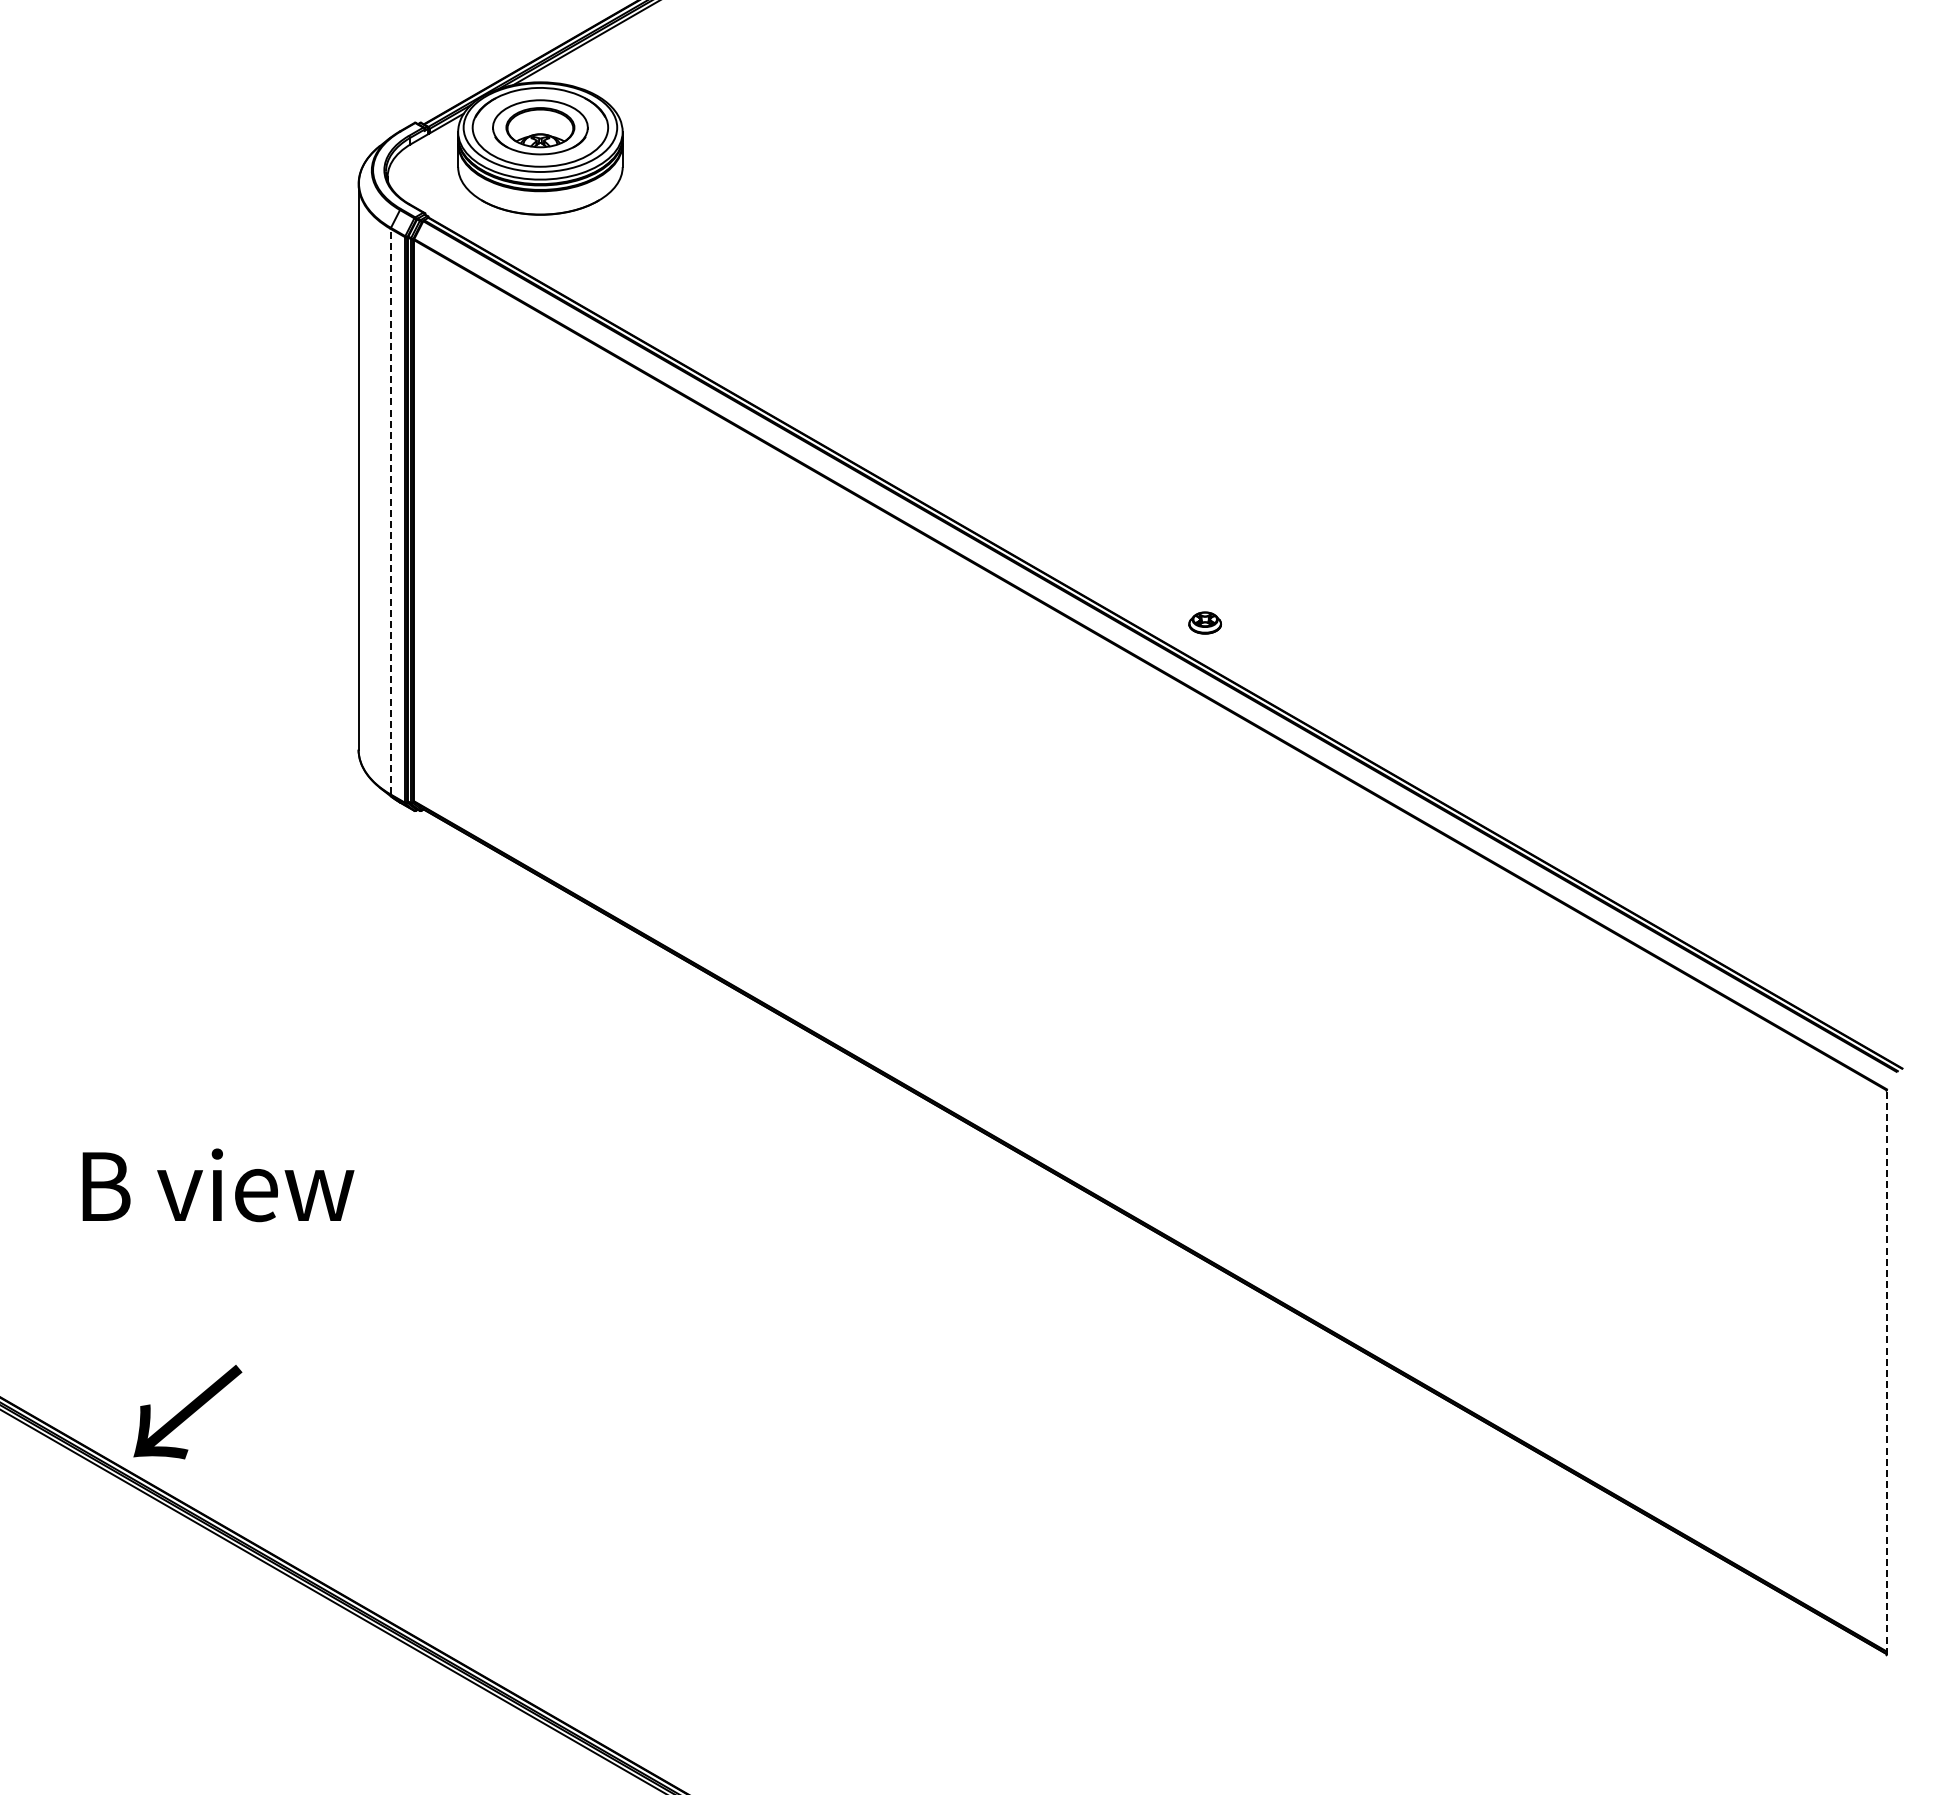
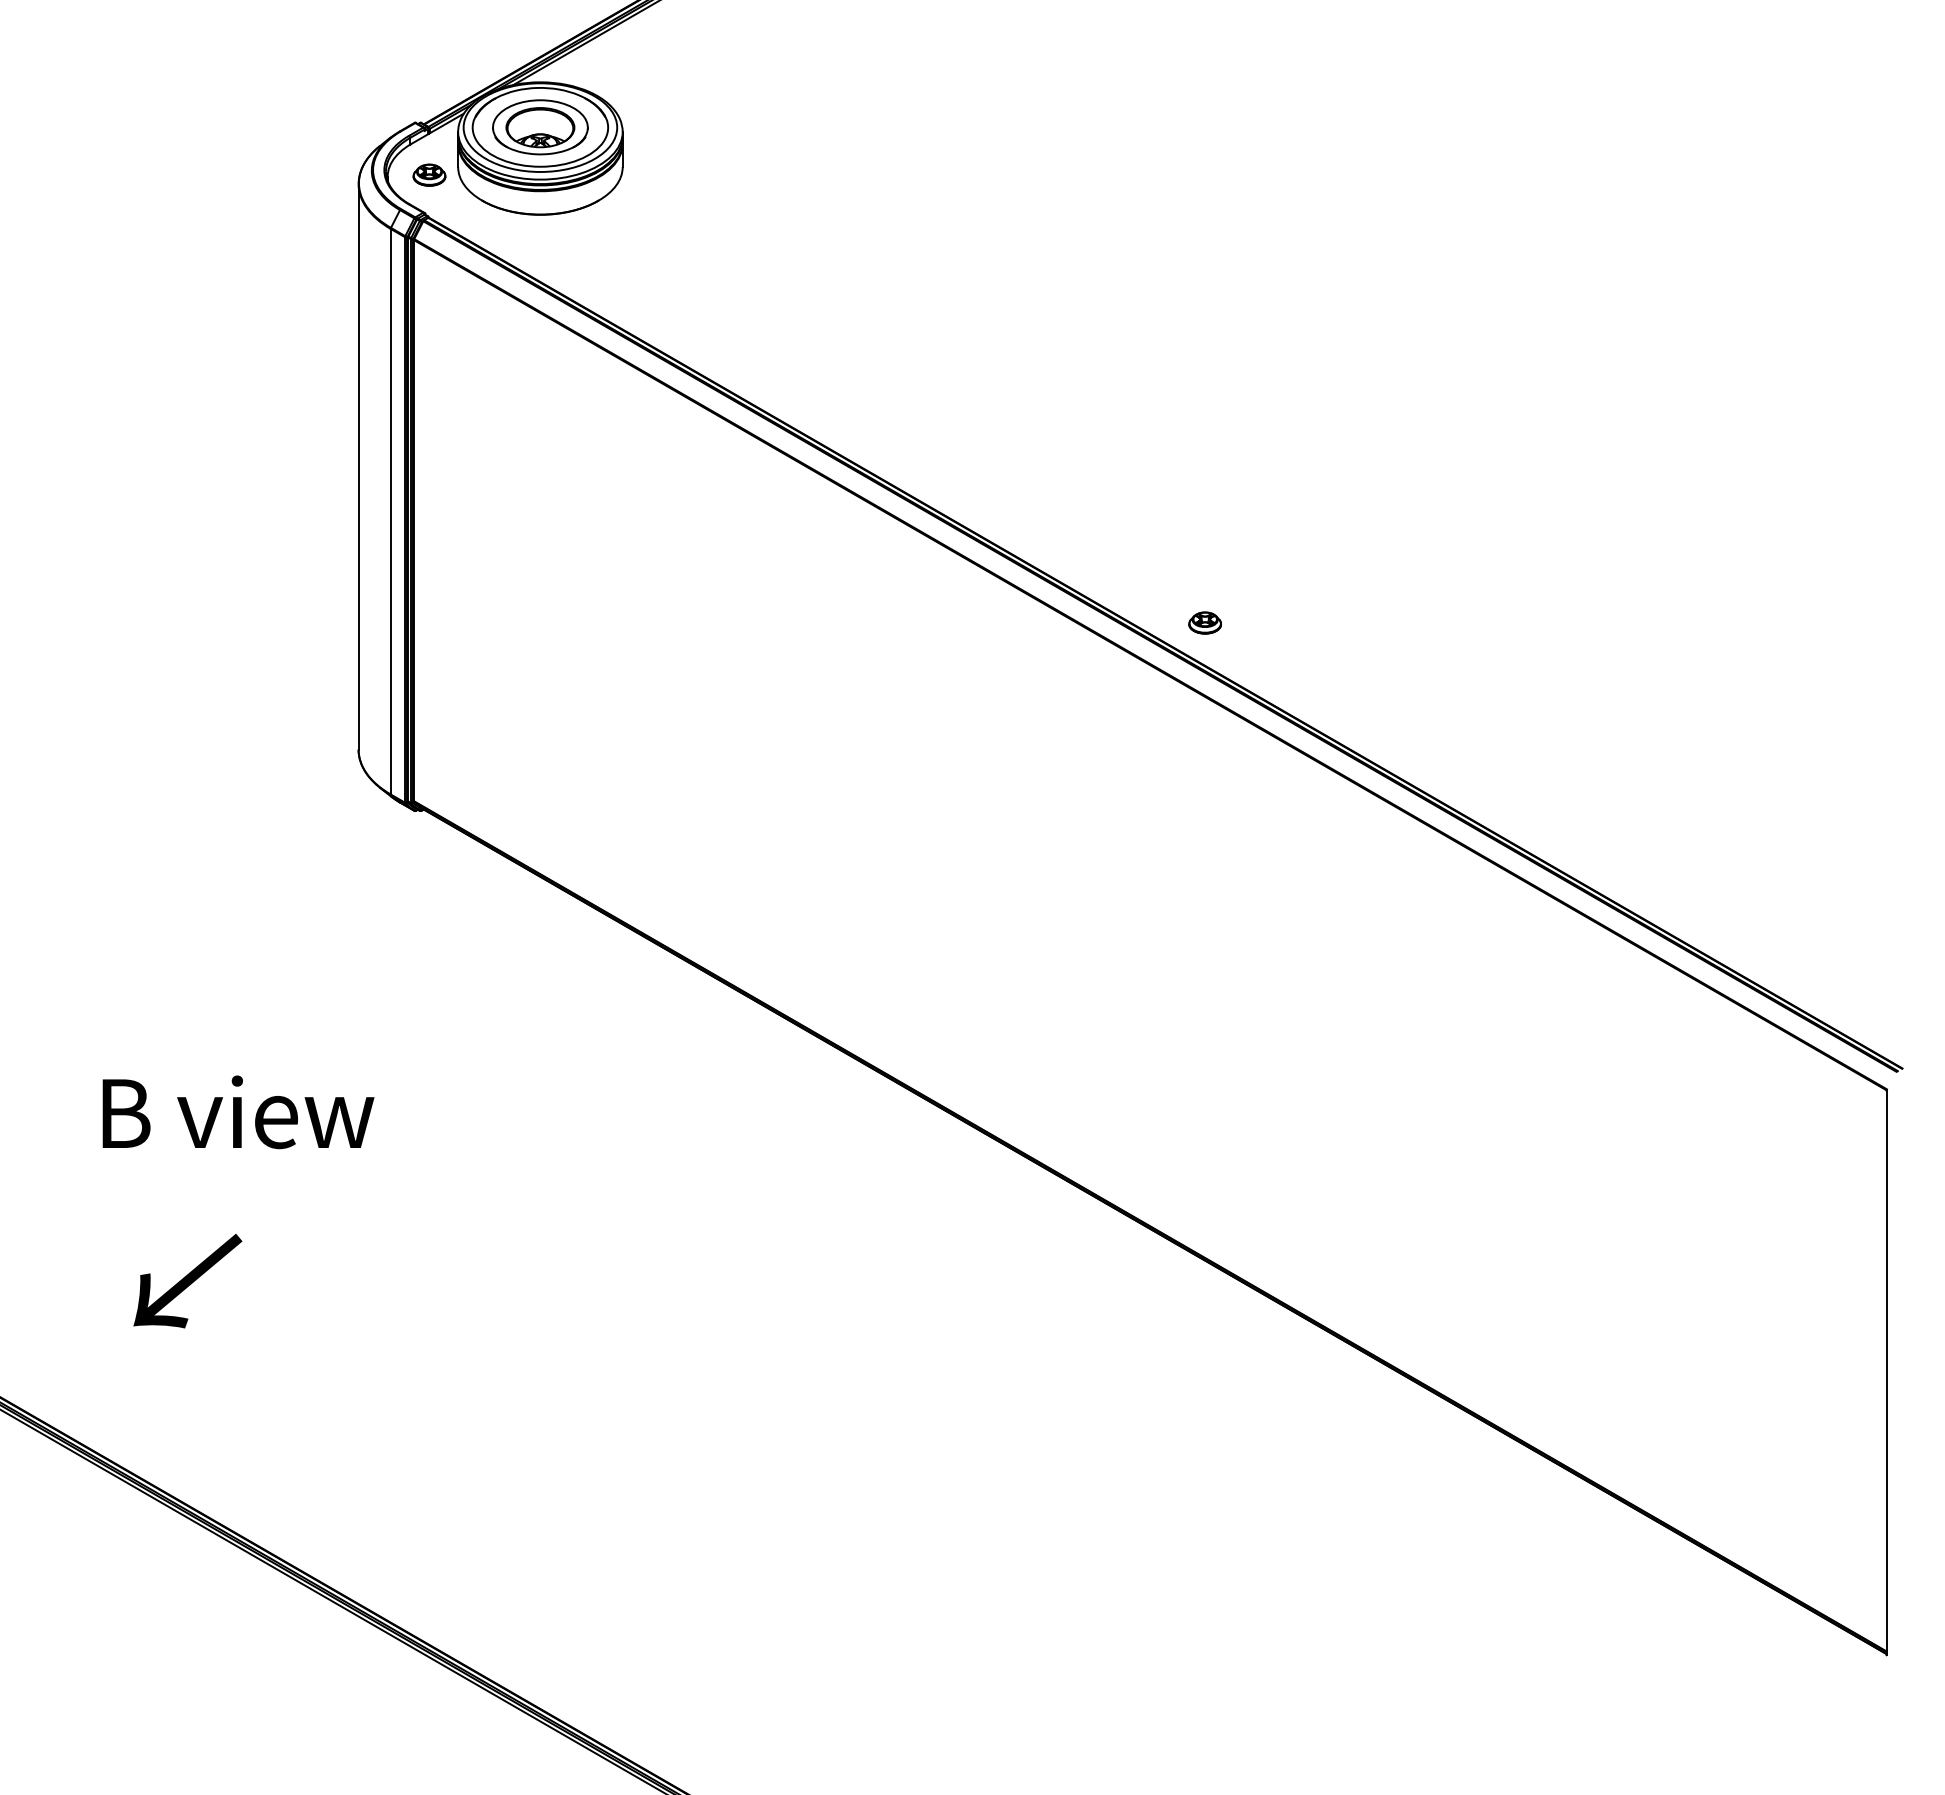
part at (429, 174): none -> present
line at (390, 511): dashed -> solid
text at (218, 1185) position: (218, 1185) -> (238, 1112)
line at (1886, 1372): dashed -> solid
text at (187, 1412) position: (187, 1412) -> (187, 1281)
